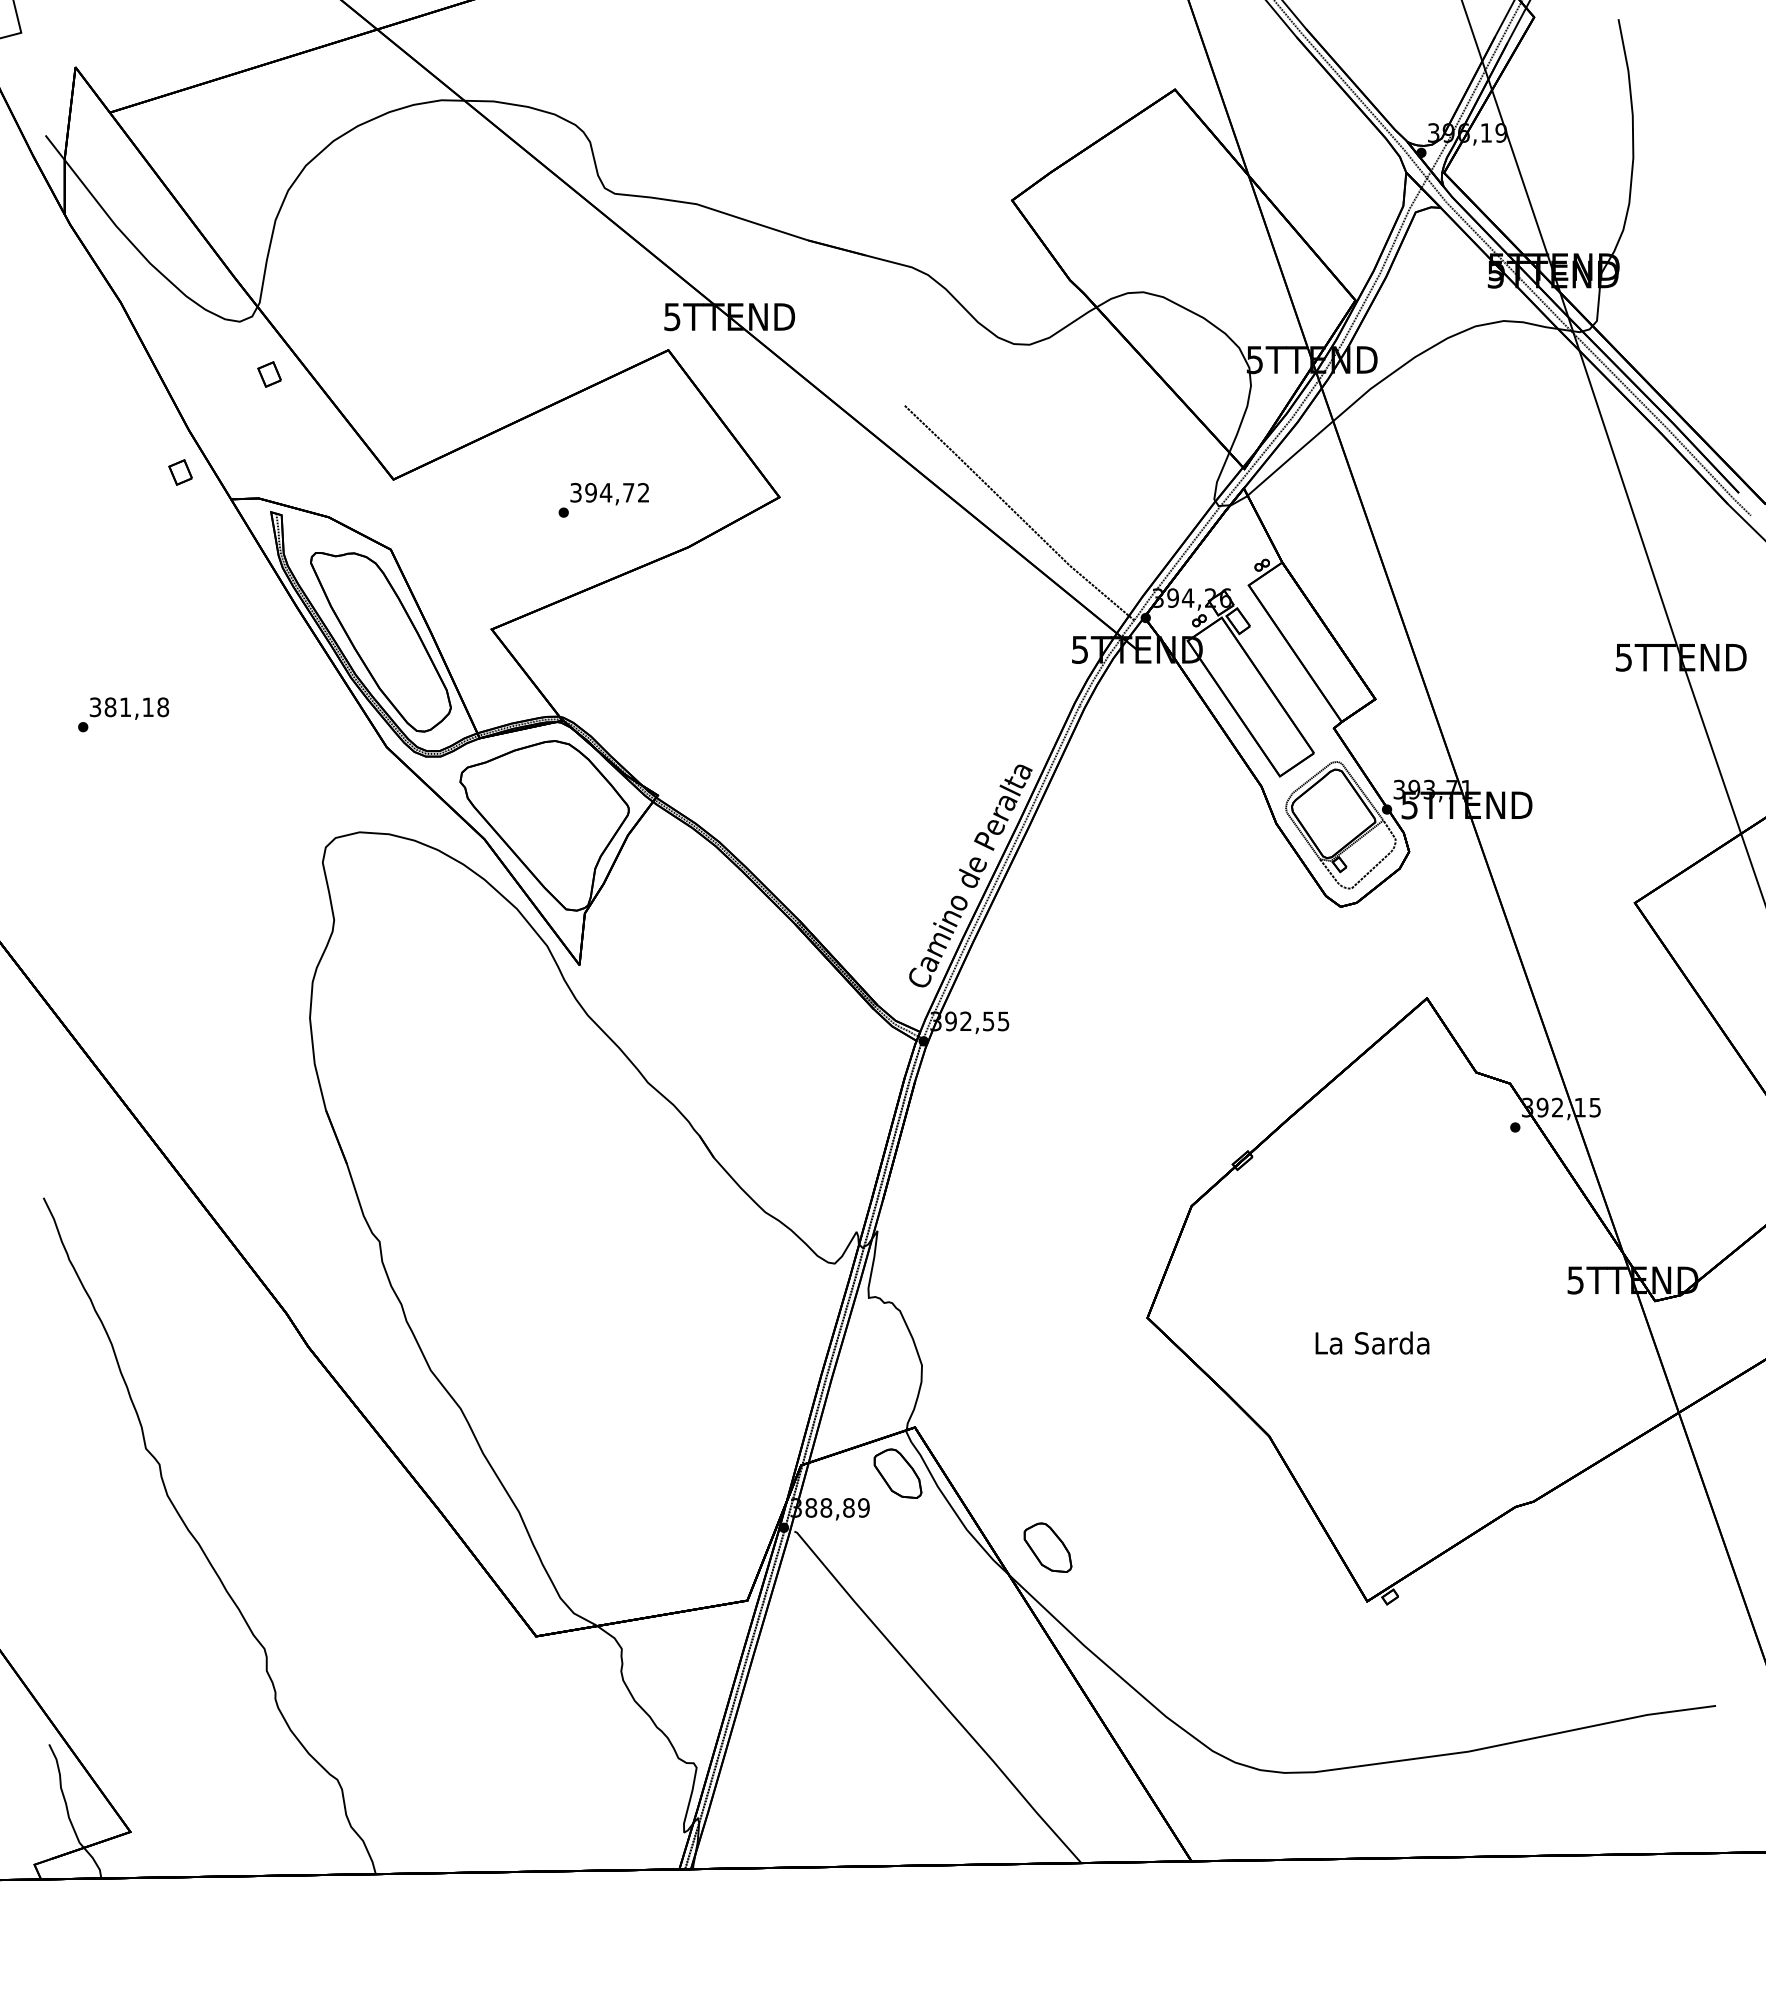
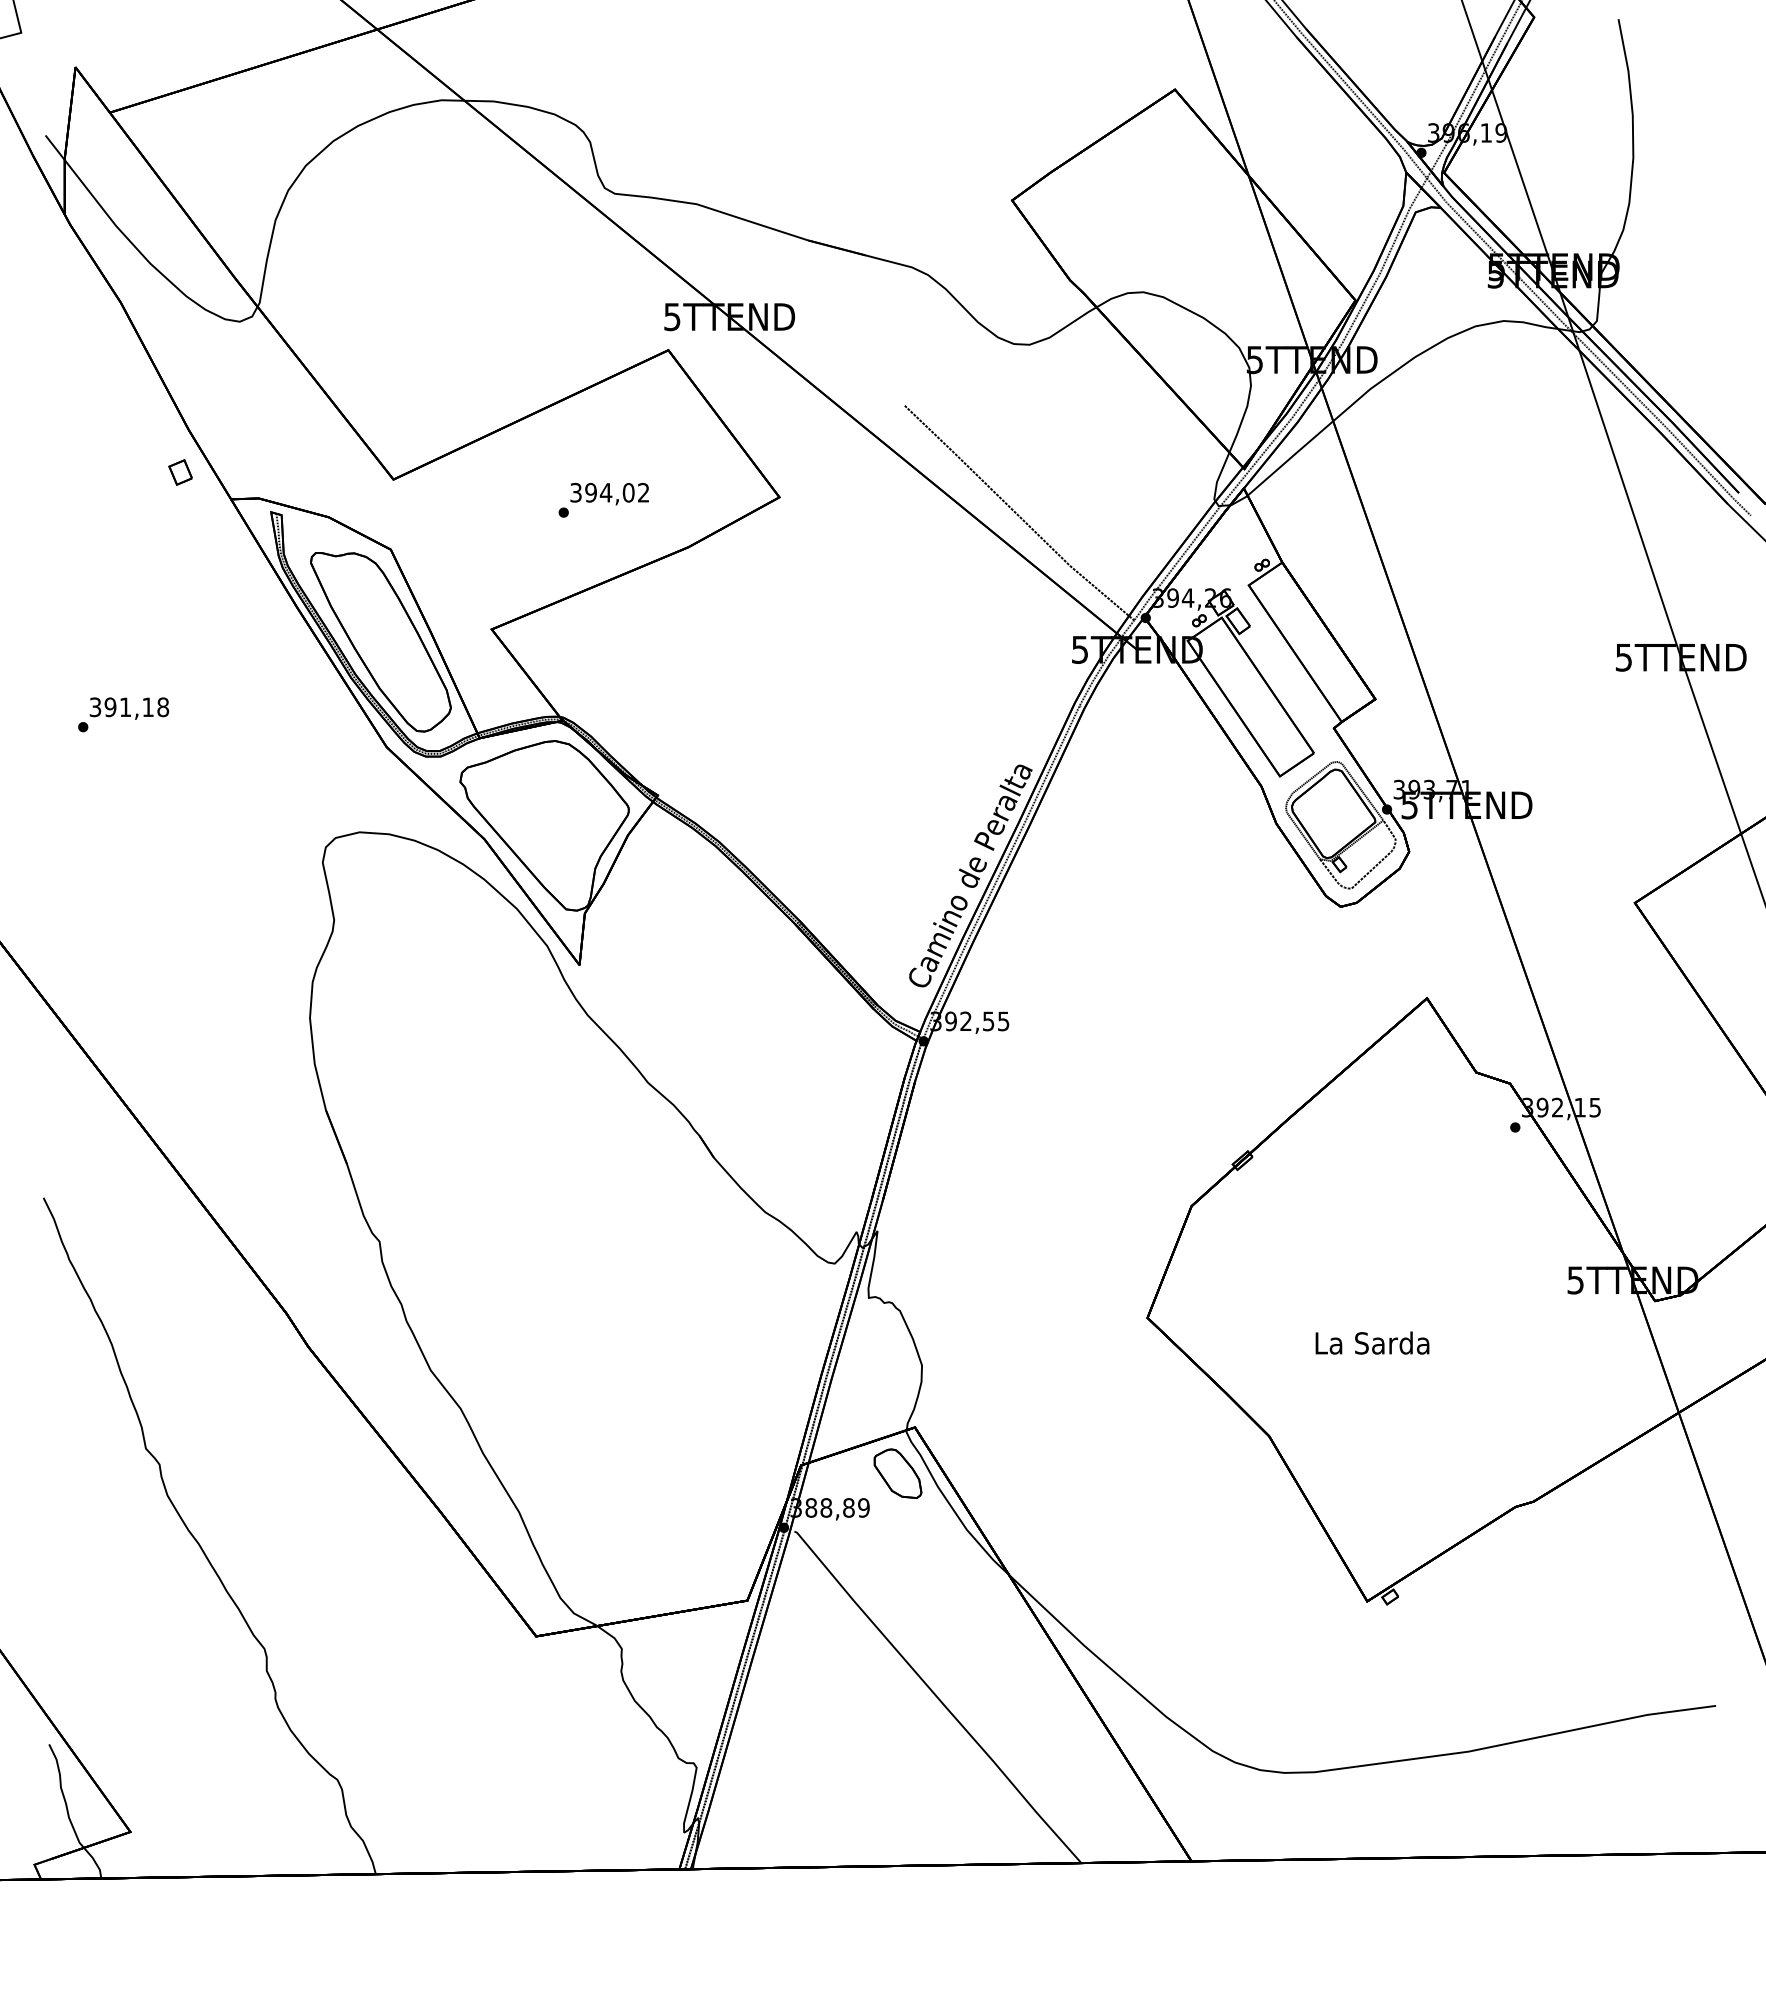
part at (269, 374): present -> none
text at (628, 492): 394,72 -> 394,02
text at (110, 707): 381,18 -> 391,18
part at (1047, 1547): present -> none
